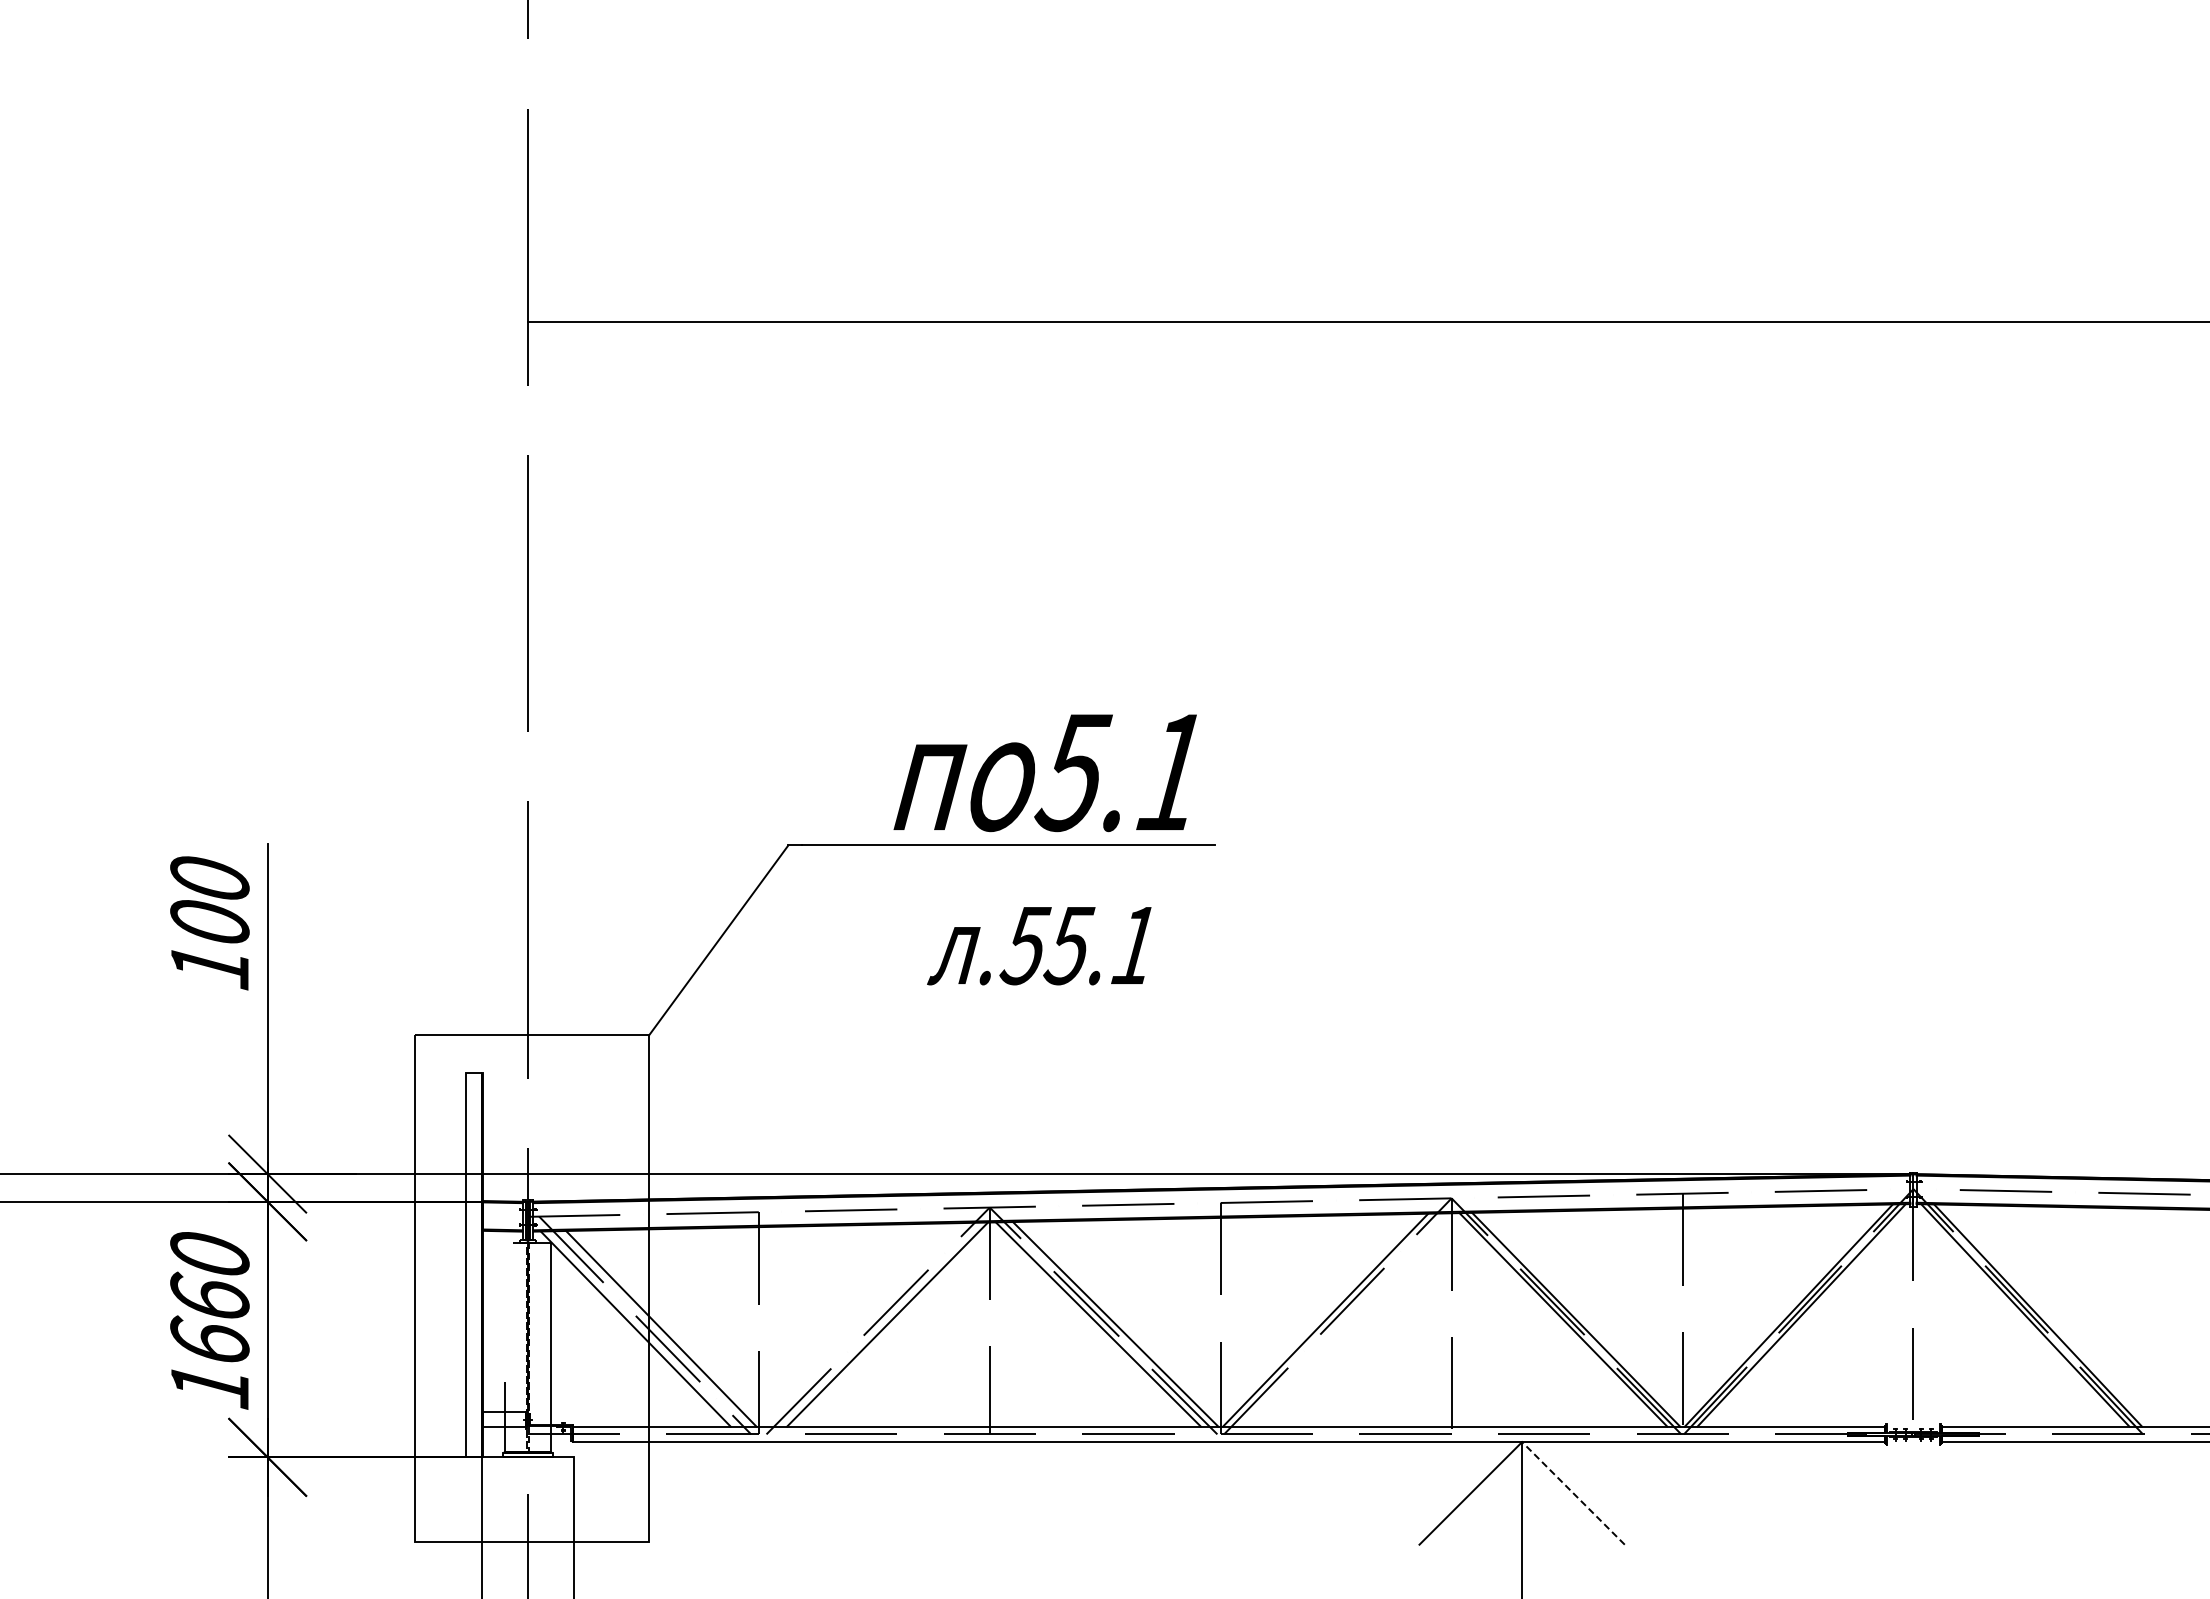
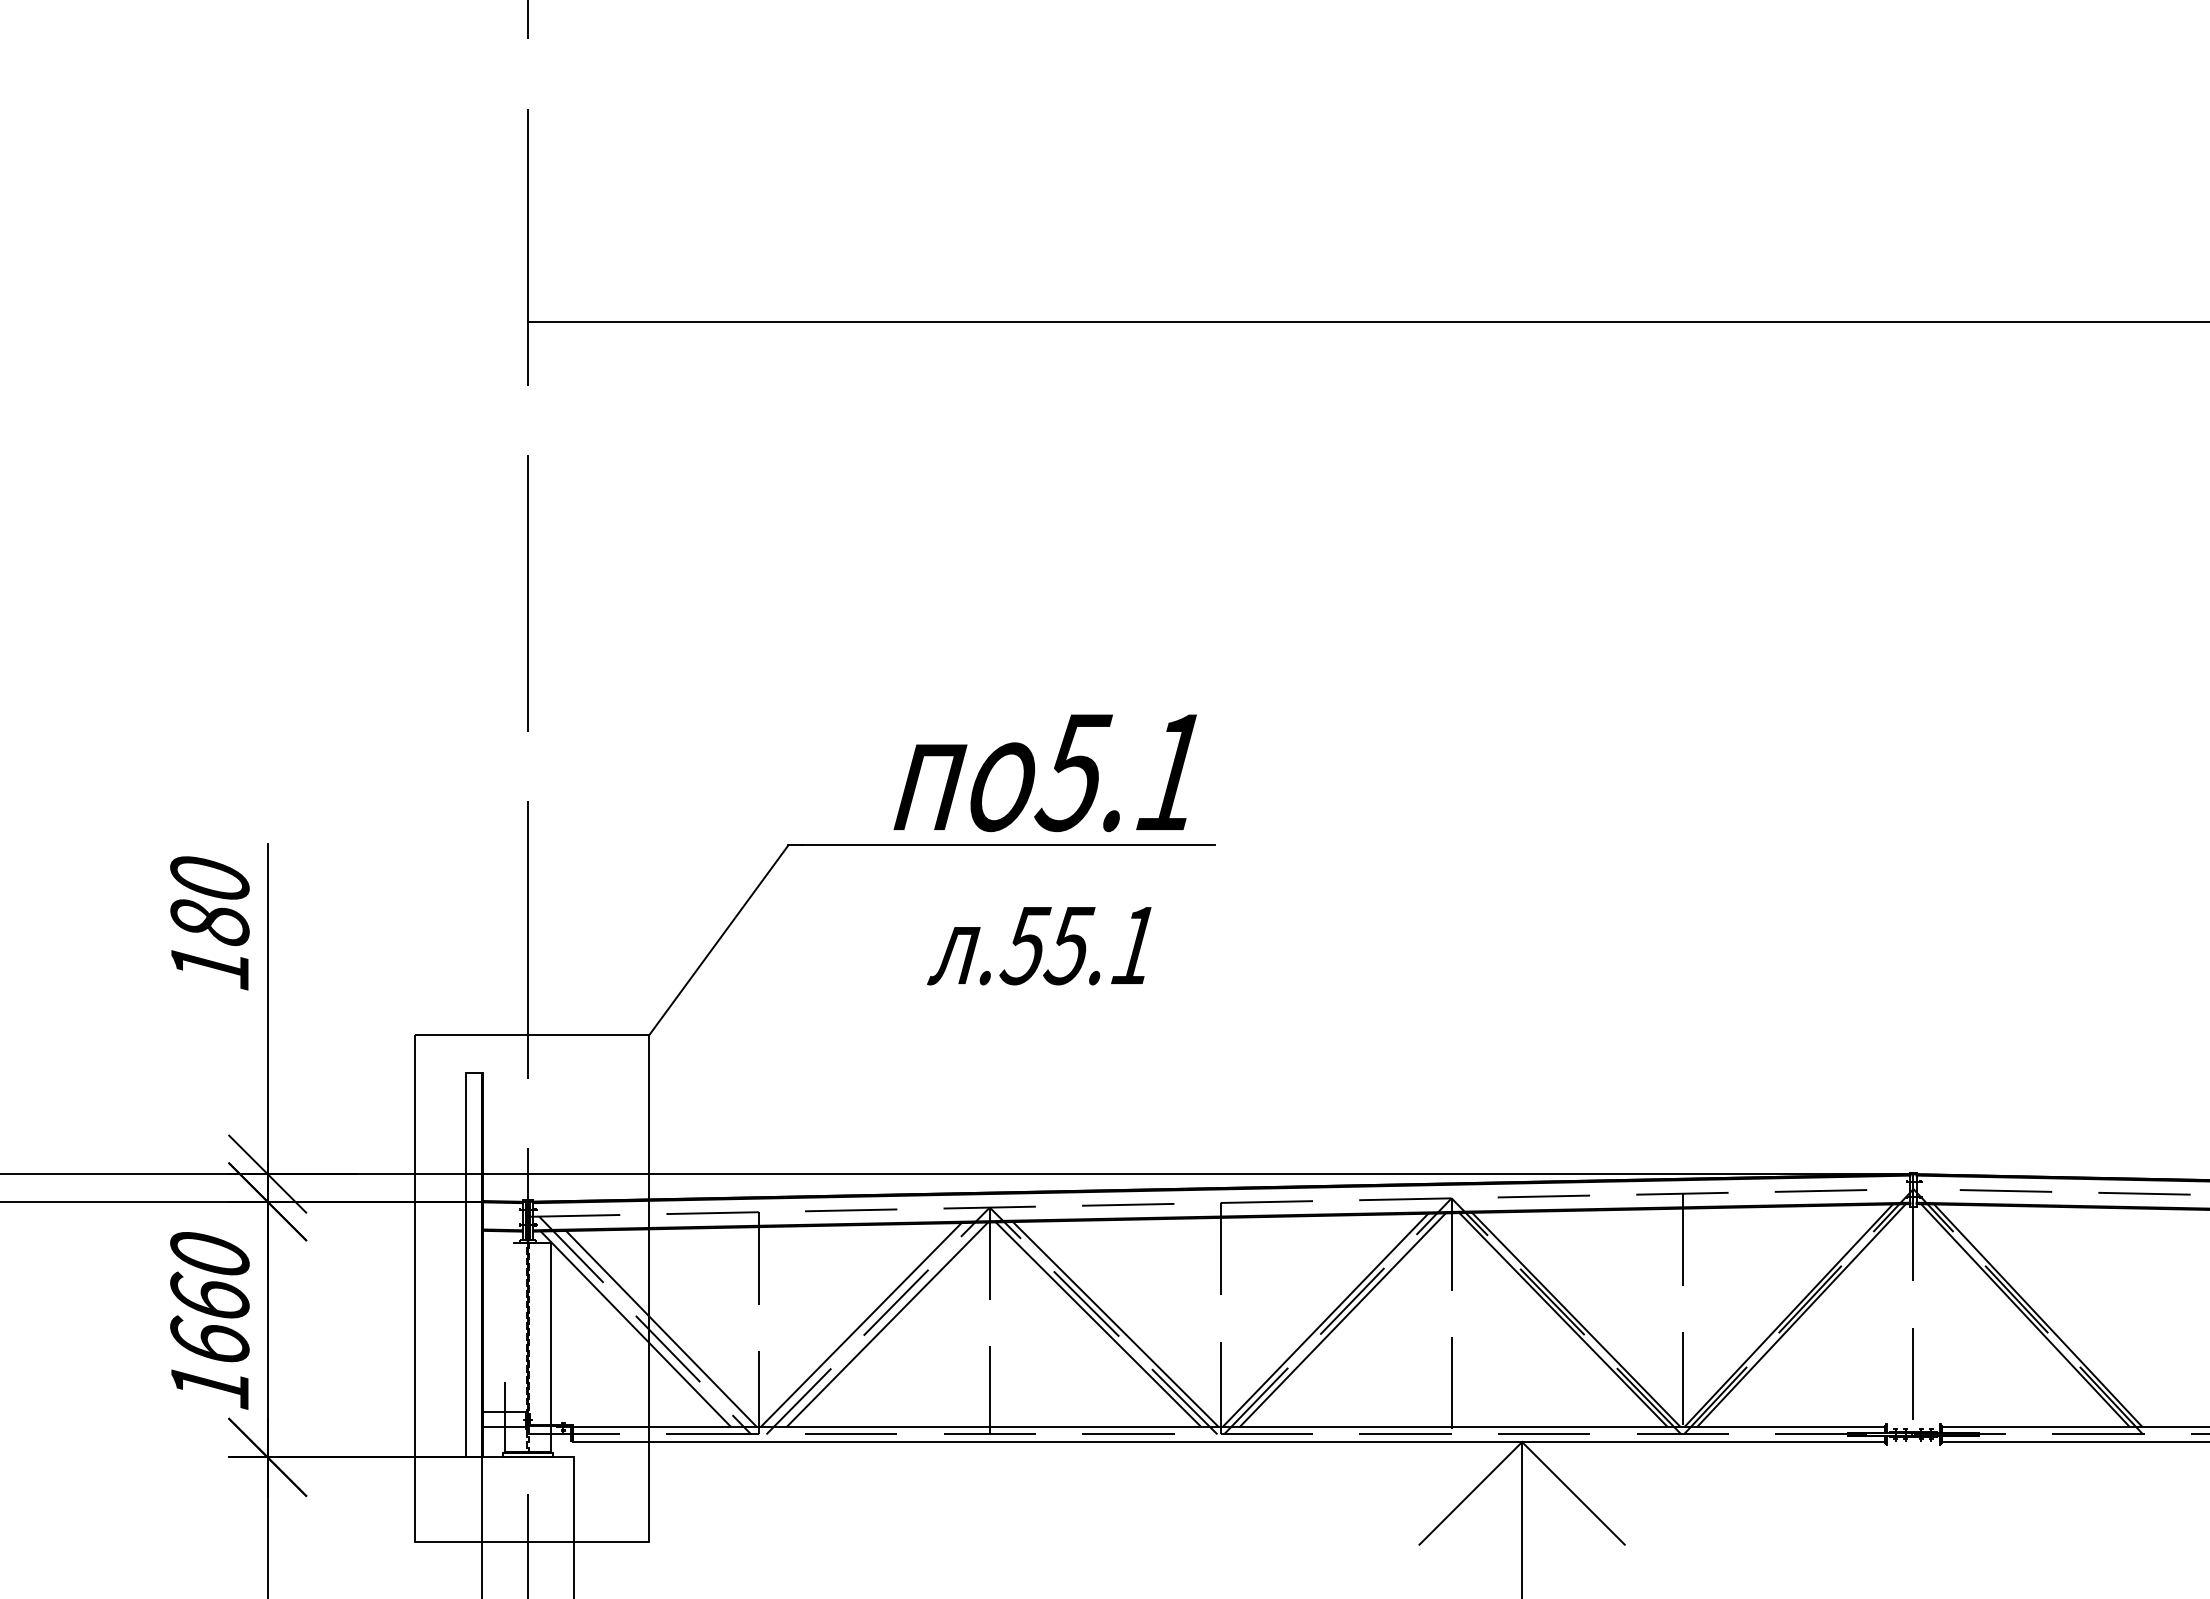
text at (209, 922): 100 -> 180
line at (1342, 1319): none -> present
line at (861, 1324): none -> present
line at (1573, 1493): dashed -> solid
